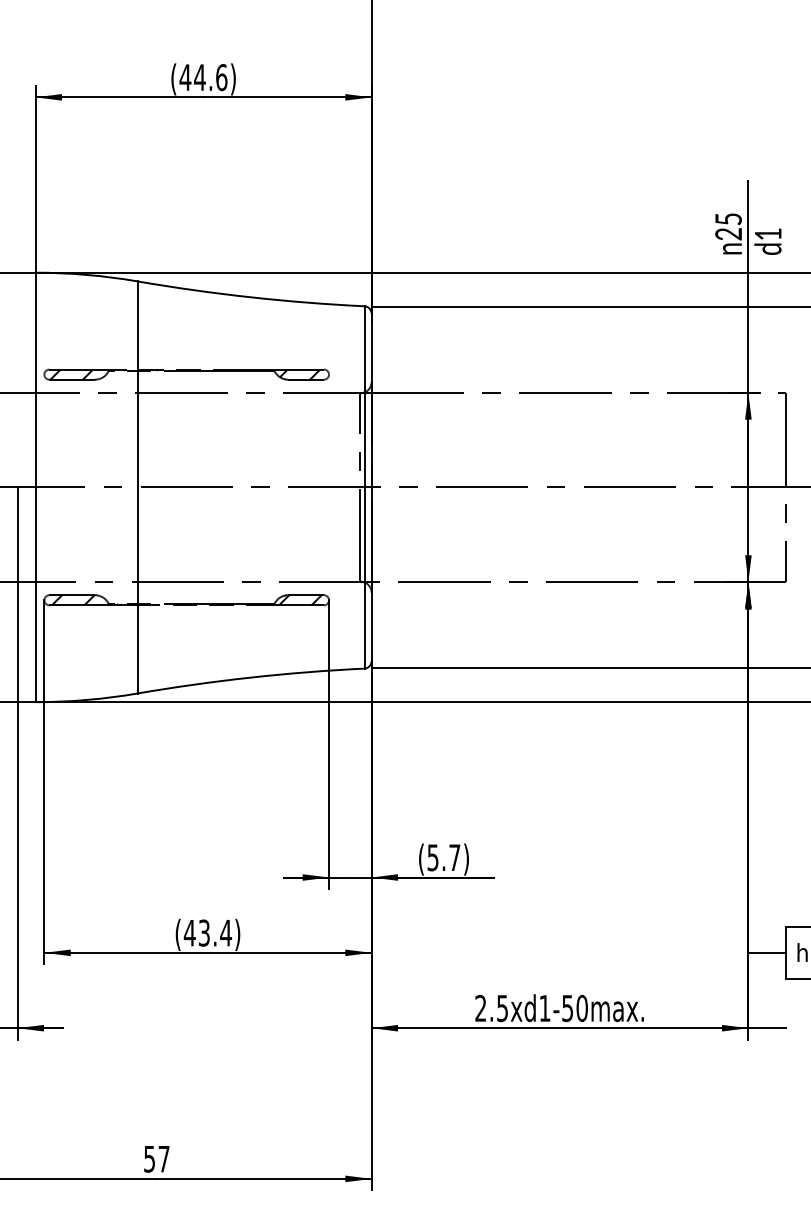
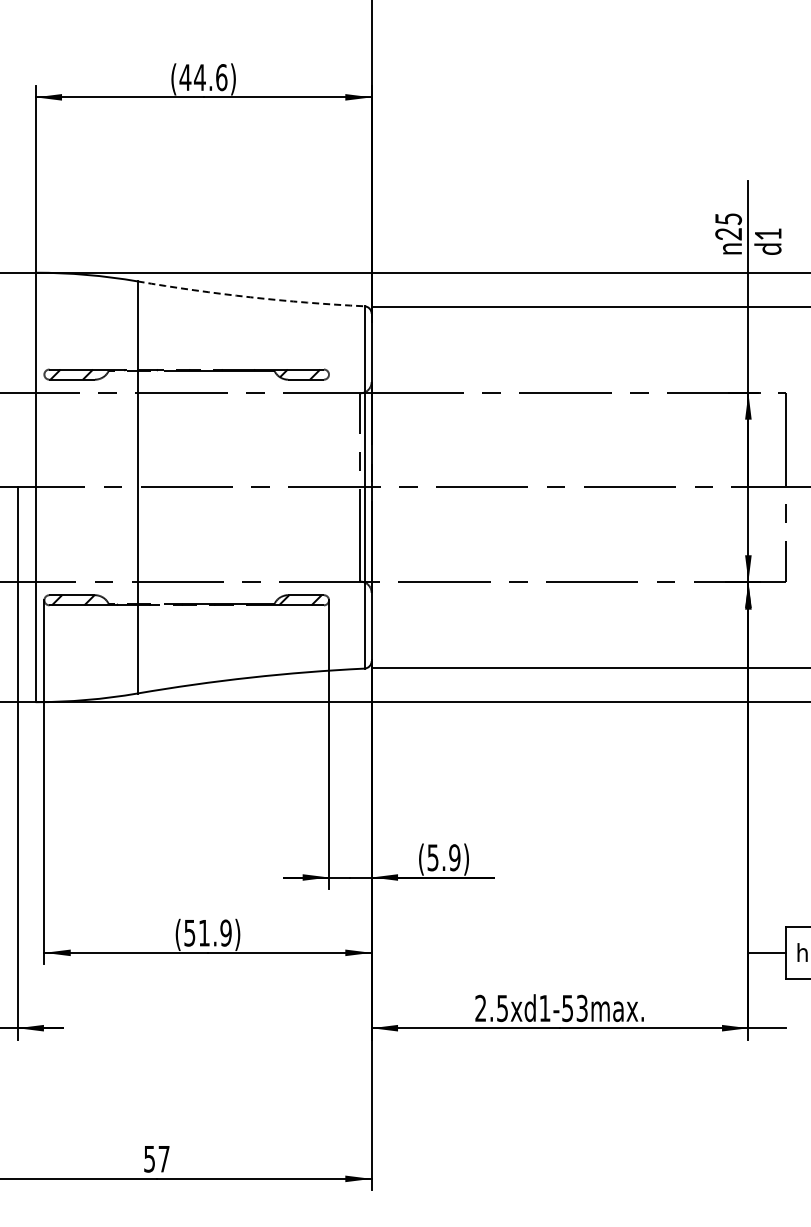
arc at (250, 297): solid -> dashed
text at (454, 857): (5.7) -> (5.9)
text at (207, 932): (43.4) -> (51.9)
text at (581, 1008): 2.5xd1-50max. -> 2.5xd1-53max.
